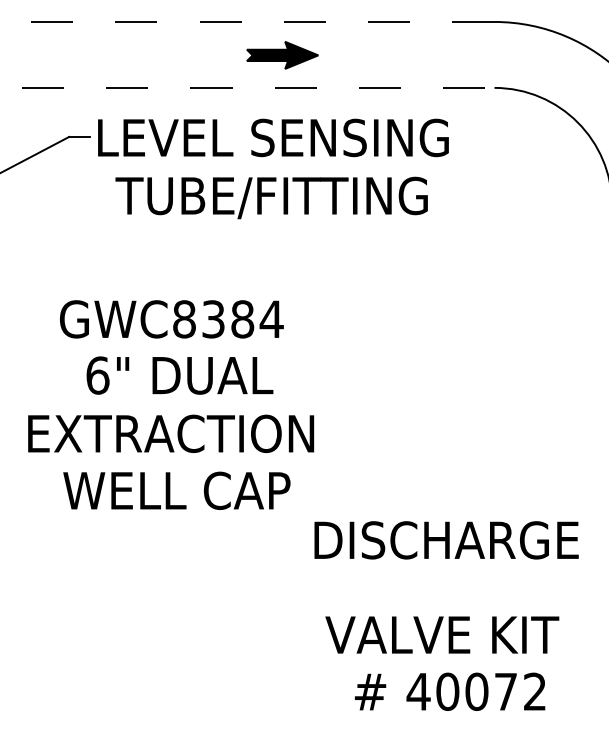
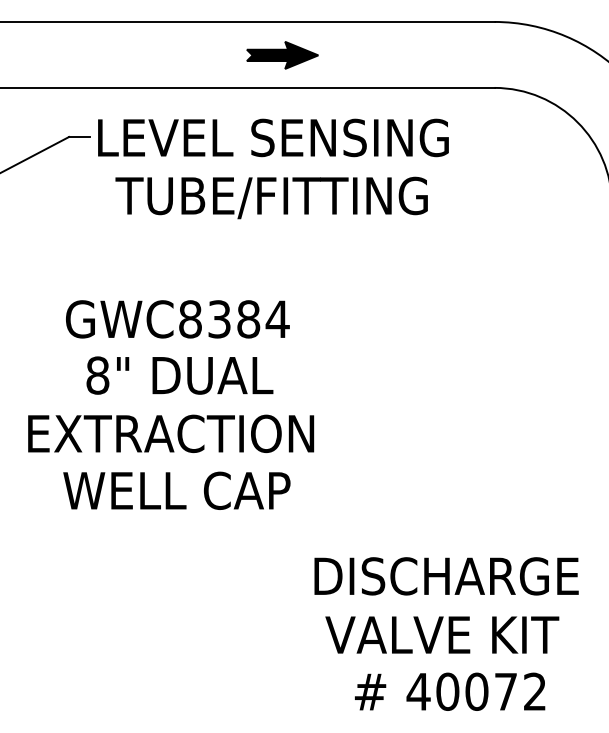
line at (247, 21): dashed -> solid
line at (247, 87): dashed -> solid
text at (171, 319) position: (171, 319) -> (177, 319)
text at (97, 375): 6" -> 8"
text at (446, 540) position: (446, 540) -> (446, 576)
